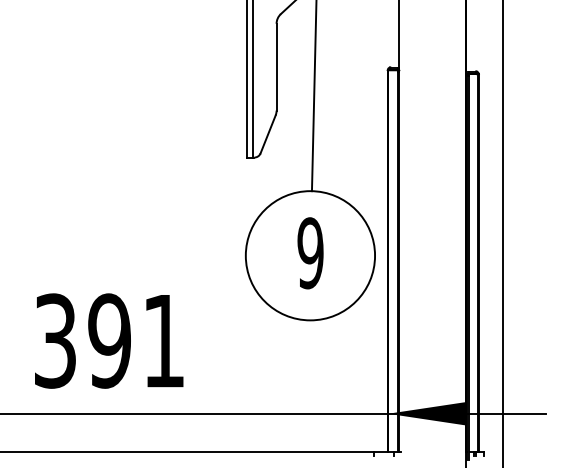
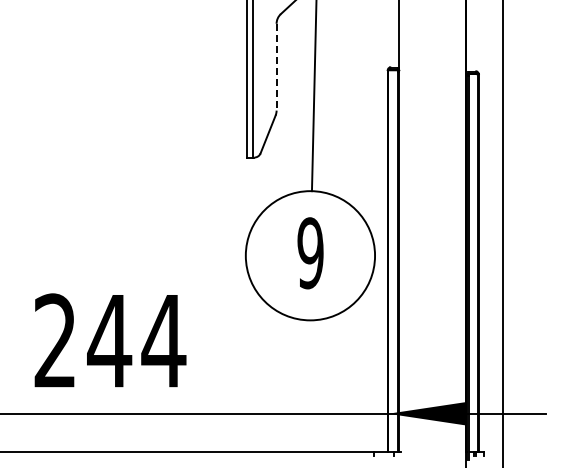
line at (276, 67): solid -> dashed
text at (110, 340): 391 -> 244
